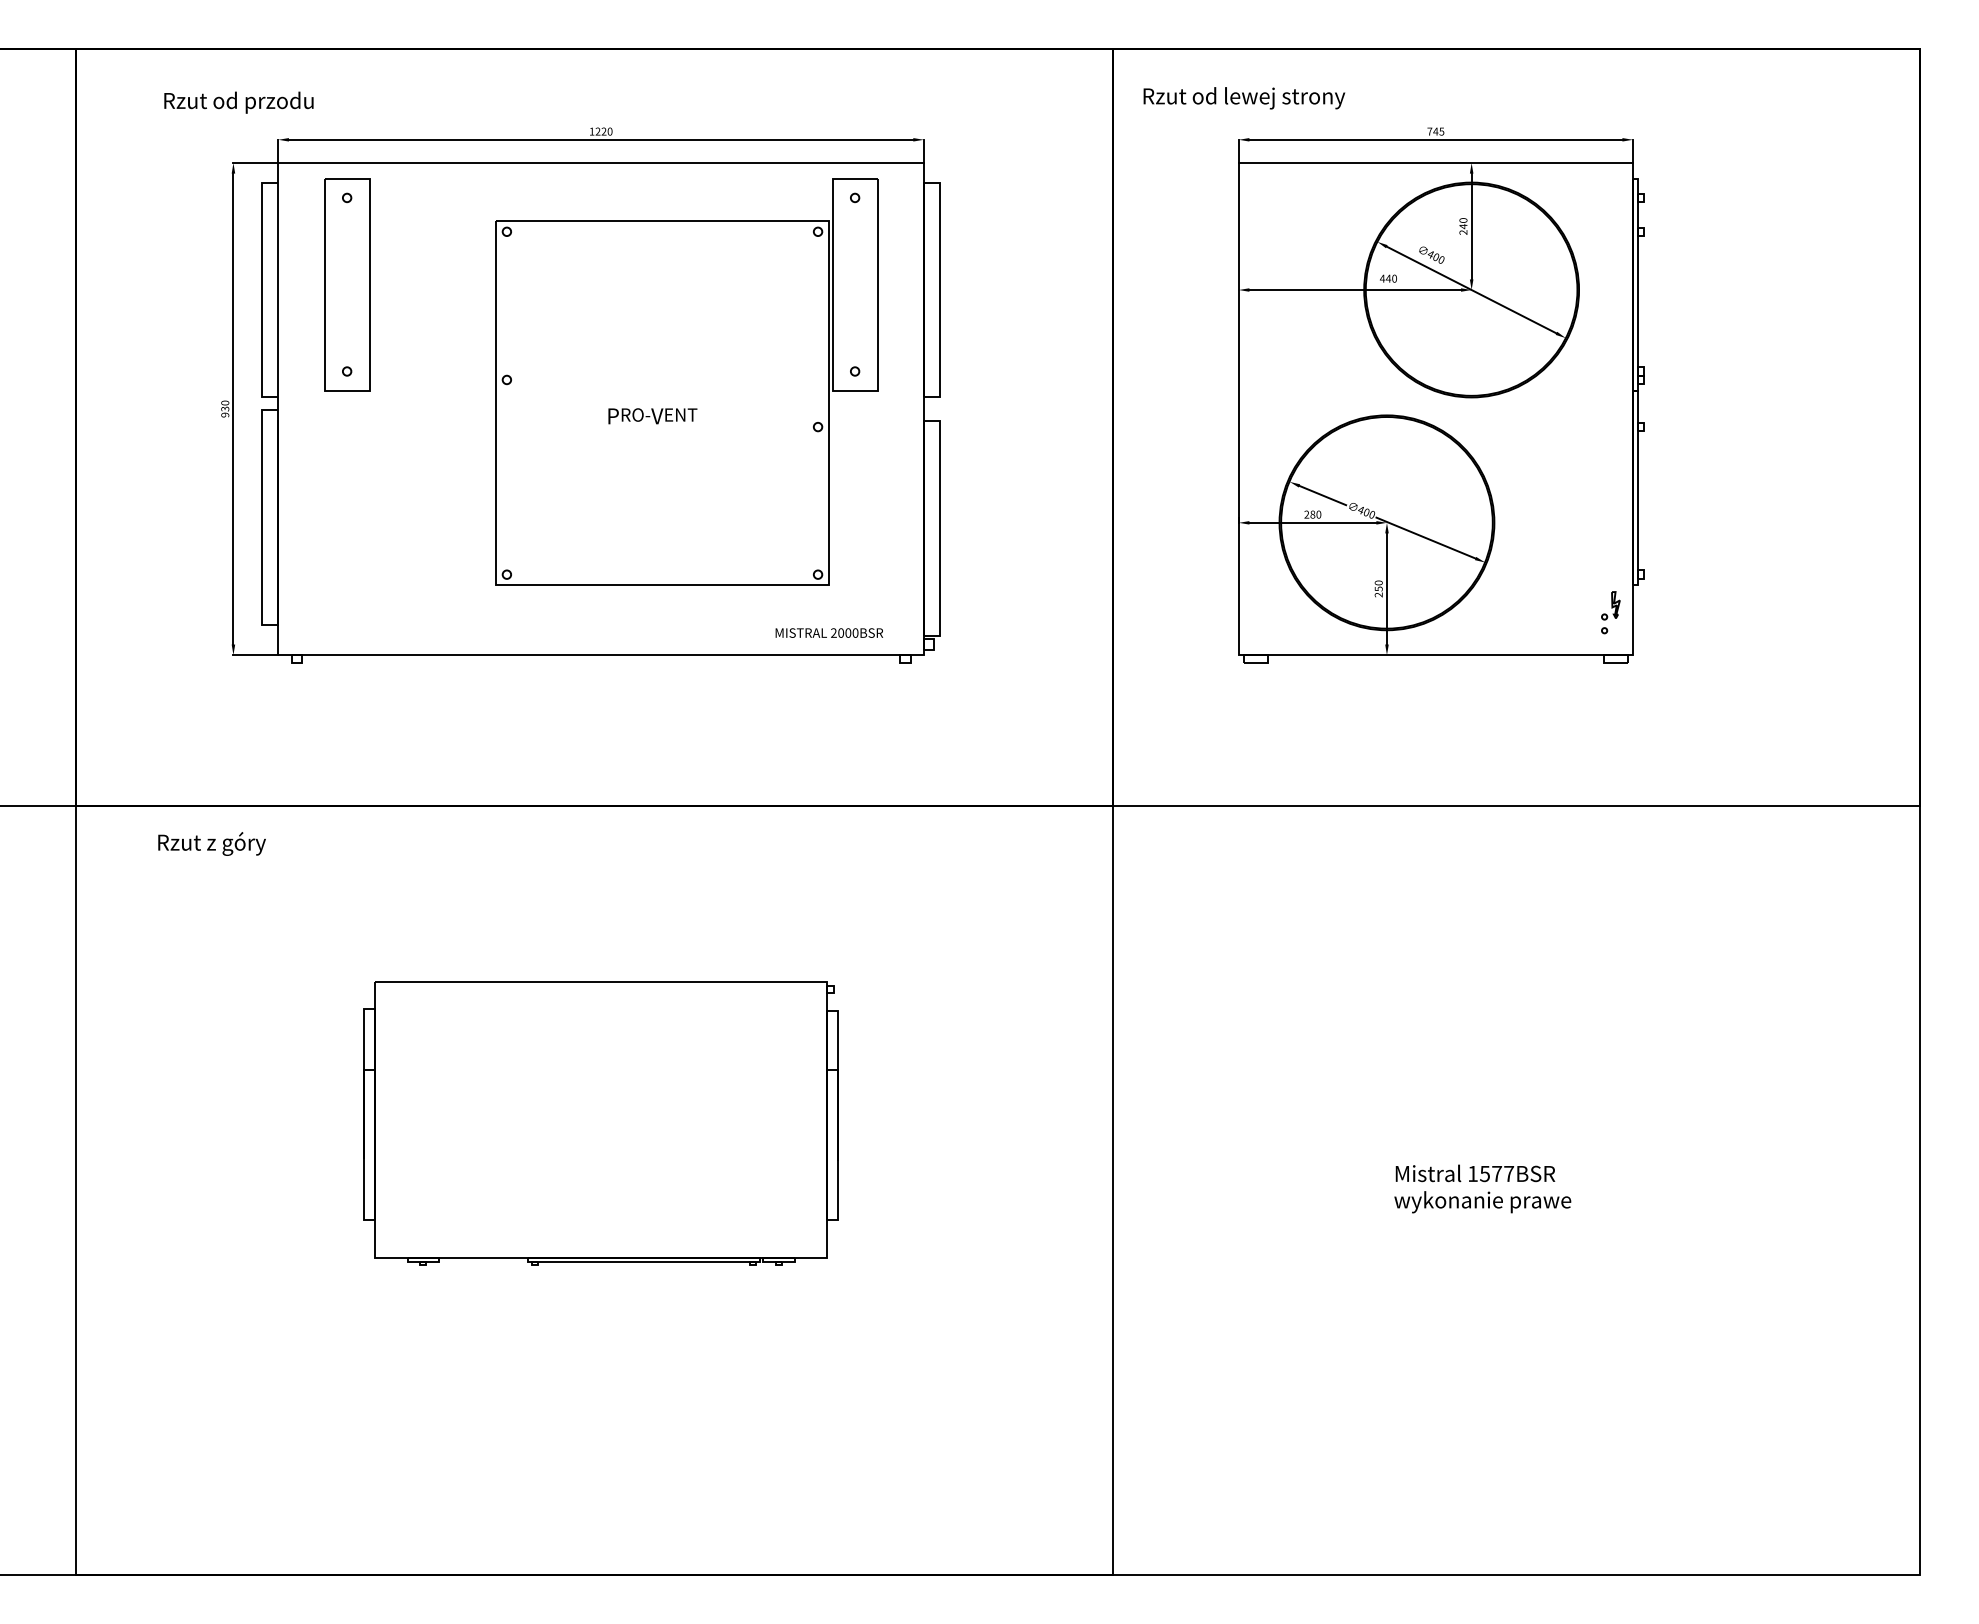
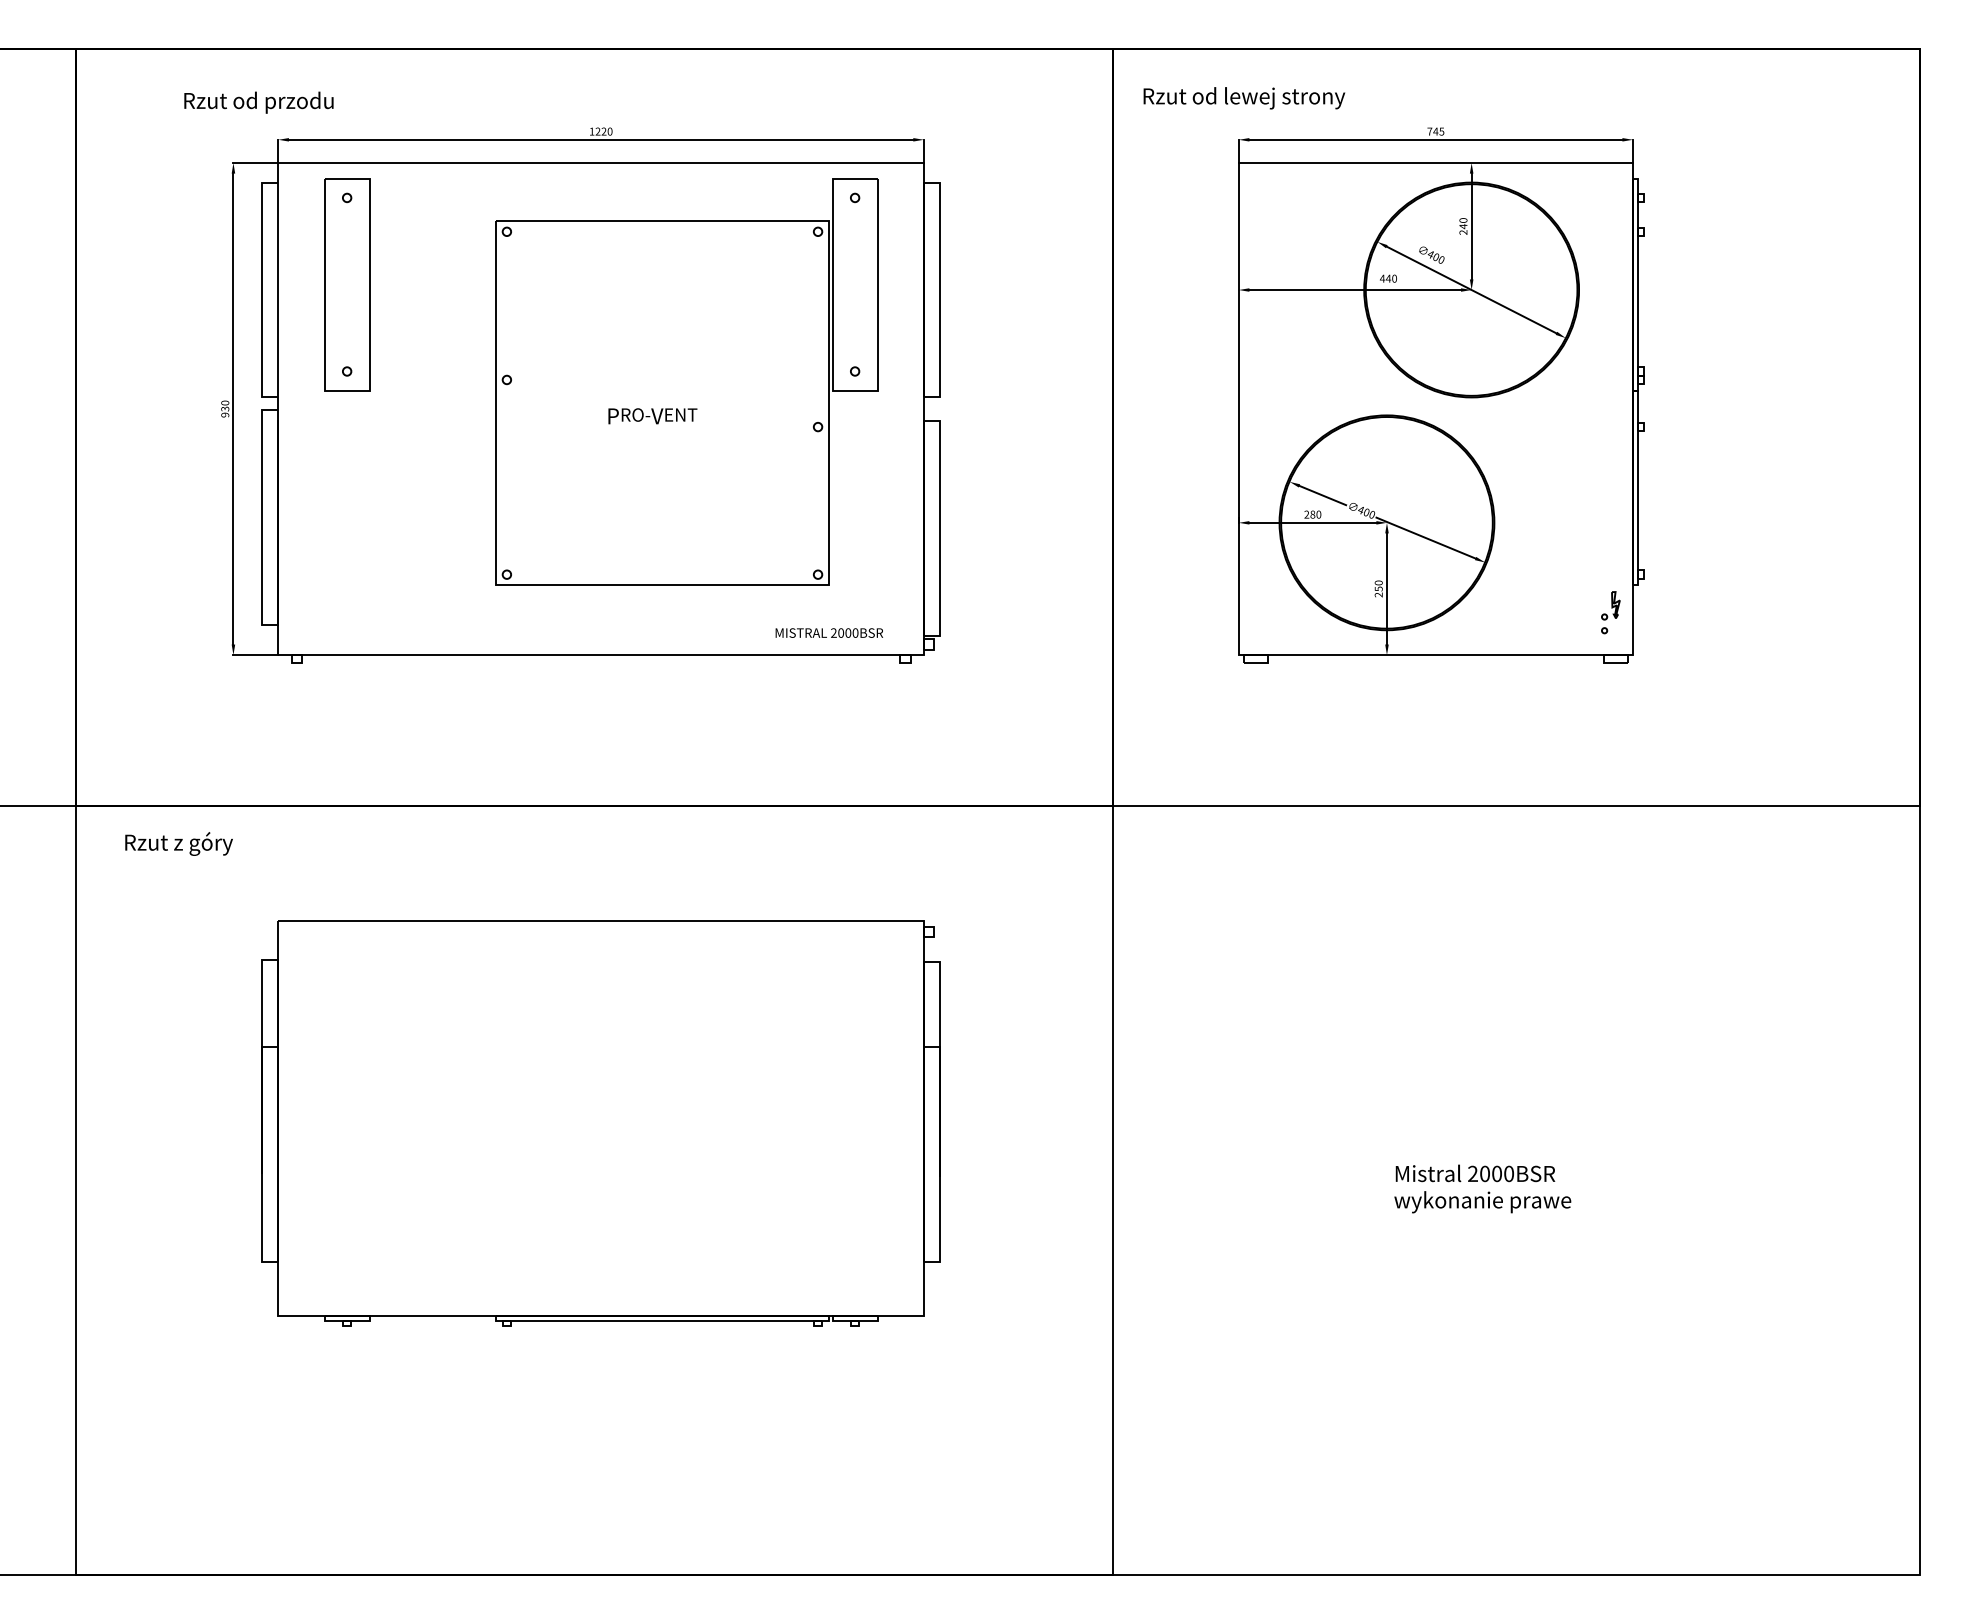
text at (238, 102) position: (238, 102) -> (258, 102)
text at (211, 843) position: (211, 843) -> (178, 843)
part at (600, 1123) size: 476x285 px -> 680x407 px
text at (1491, 1173): 1577BSR -> 2000BSR
